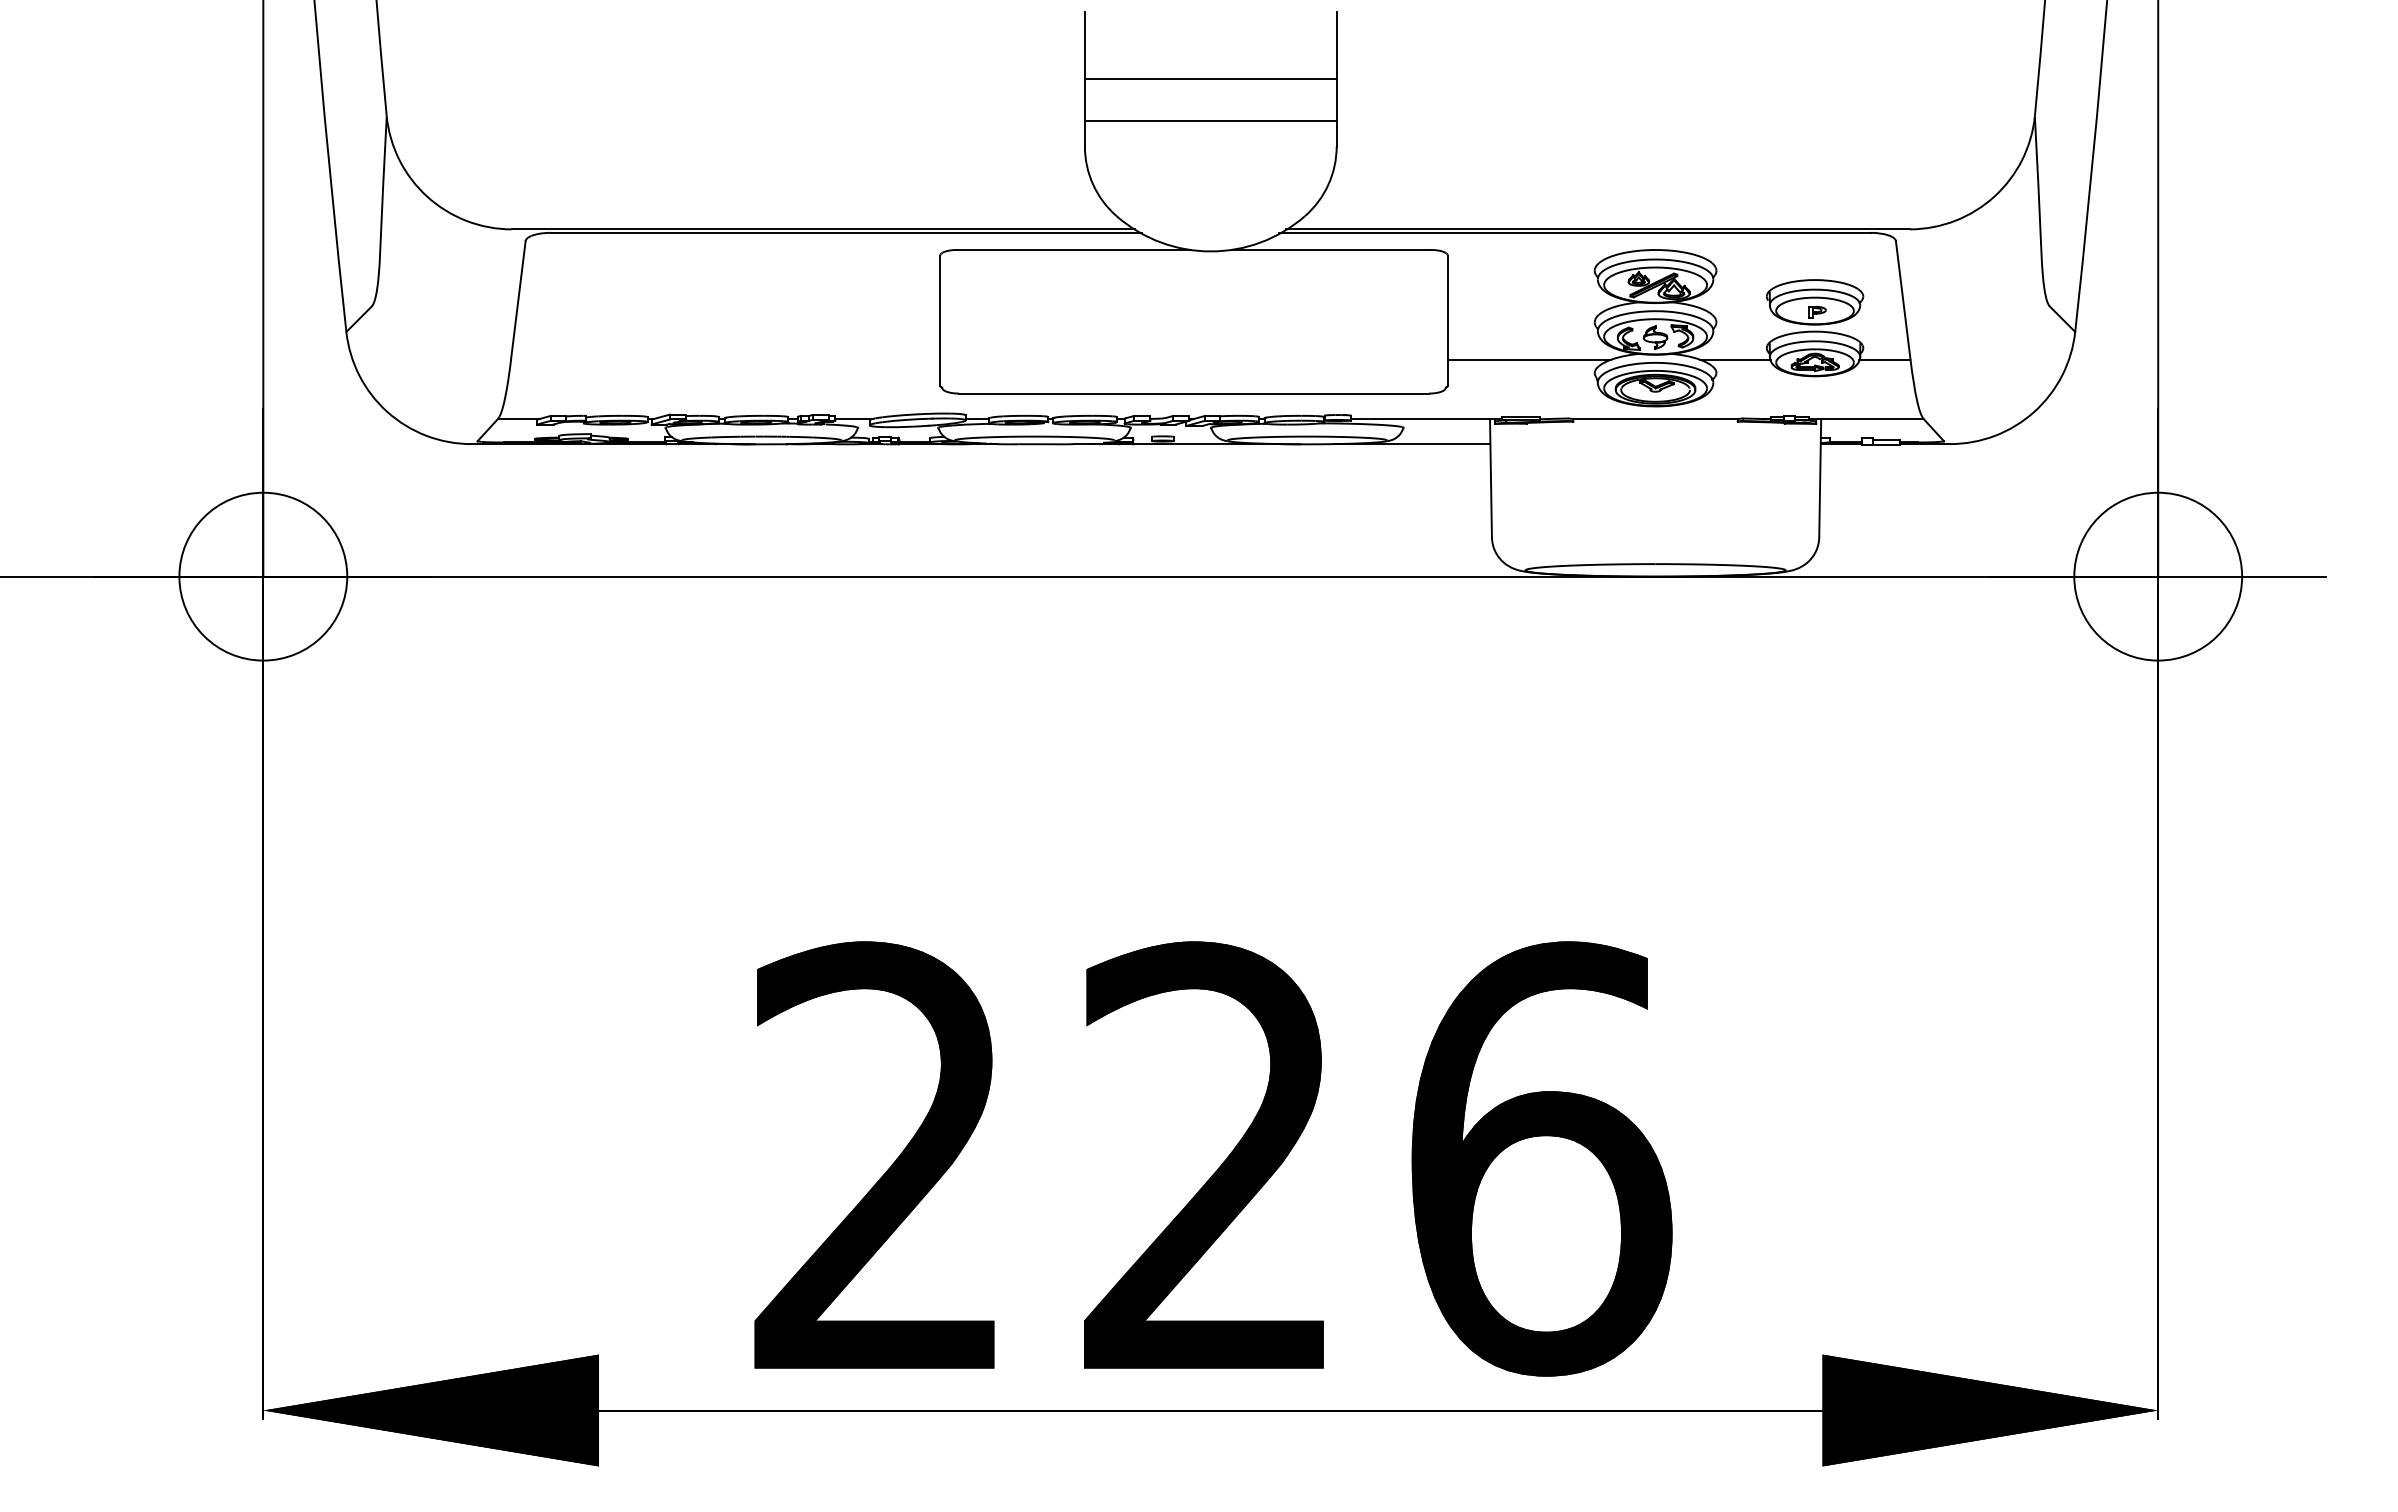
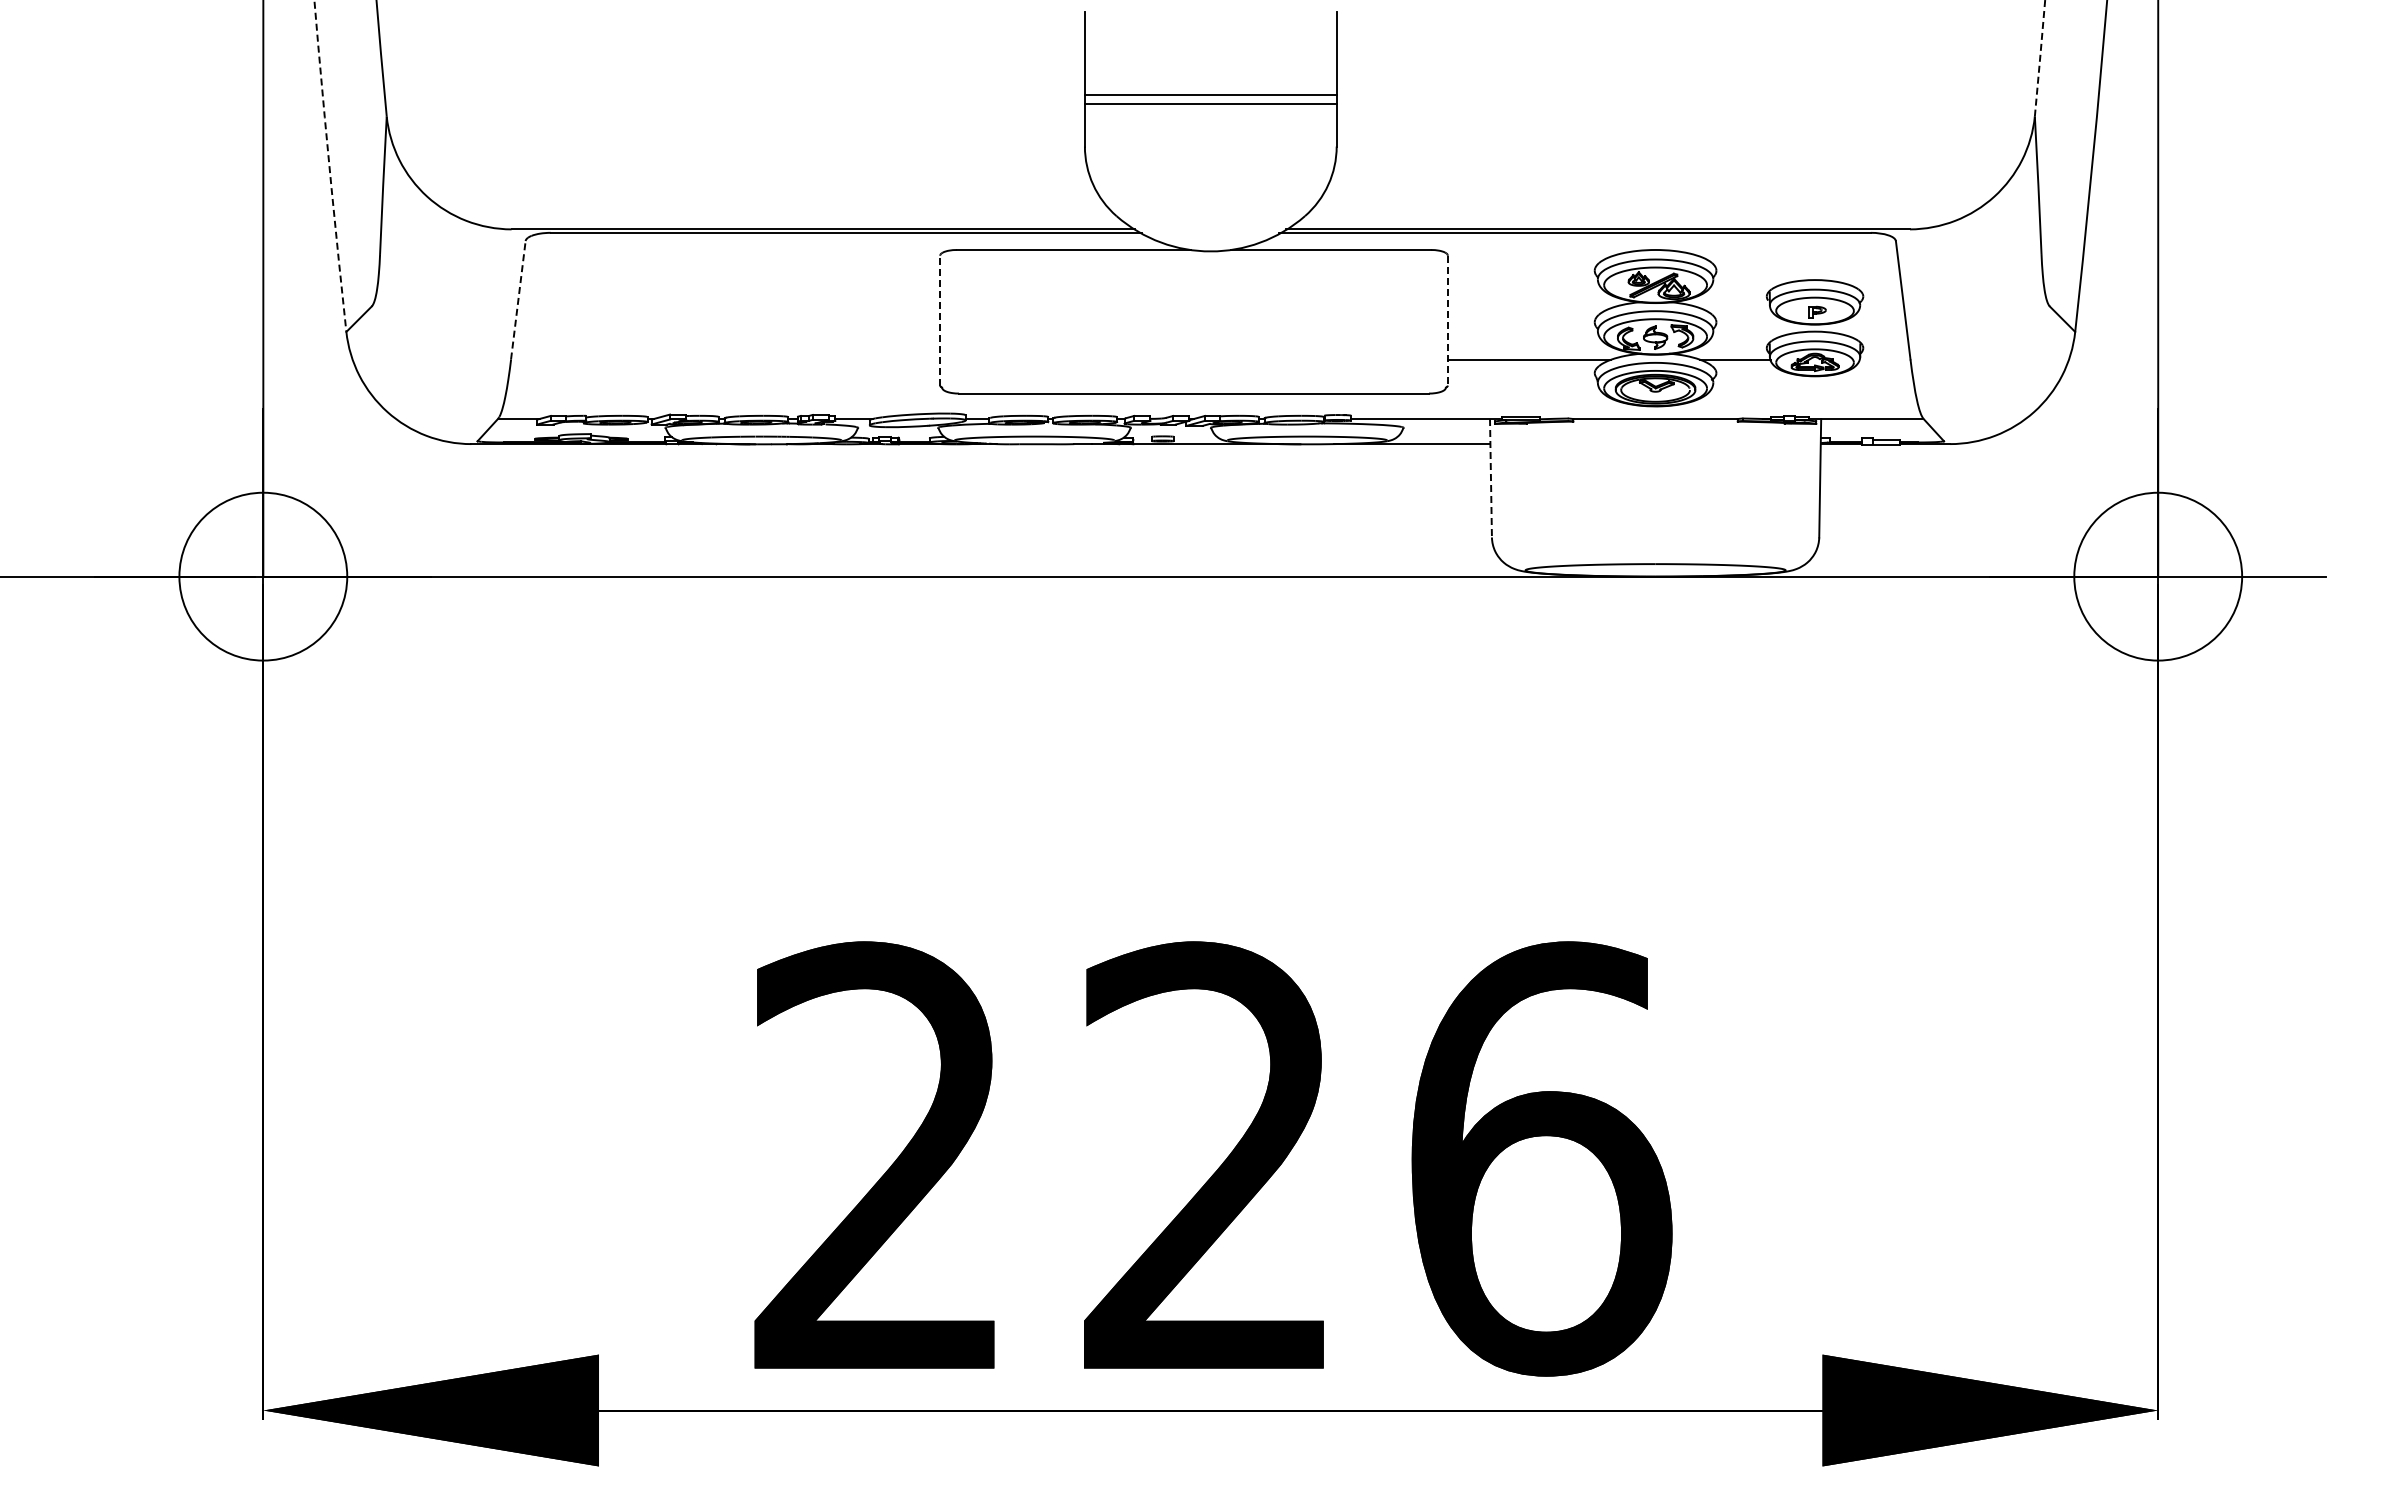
arc at (2040, 57): solid -> dashed
line at (1210, 79) position: (1210, 79) -> (1210, 95)
line at (1210, 121) position: (1210, 121) -> (1210, 104)
arc at (329, 166): solid -> dashed
line at (518, 300): solid -> dashed
line at (940, 320): solid -> dashed
line at (1447, 320): solid -> dashed
line at (1883, 359): present -> none
line at (1490, 478): solid -> dashed
